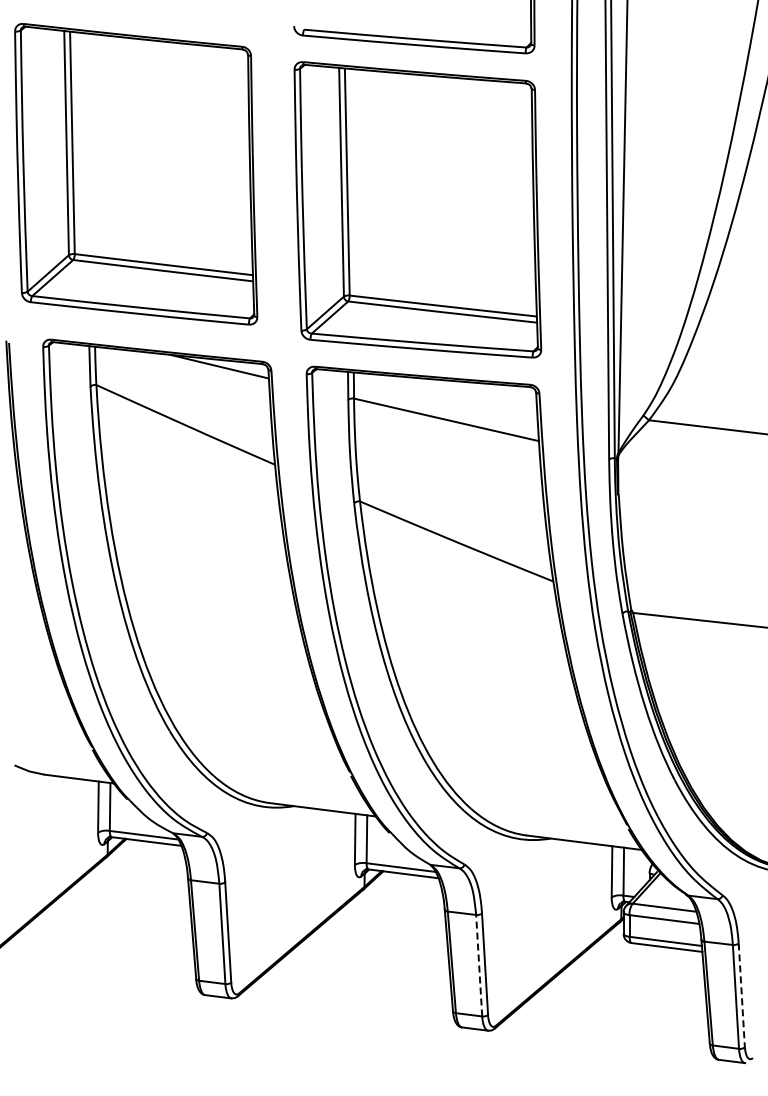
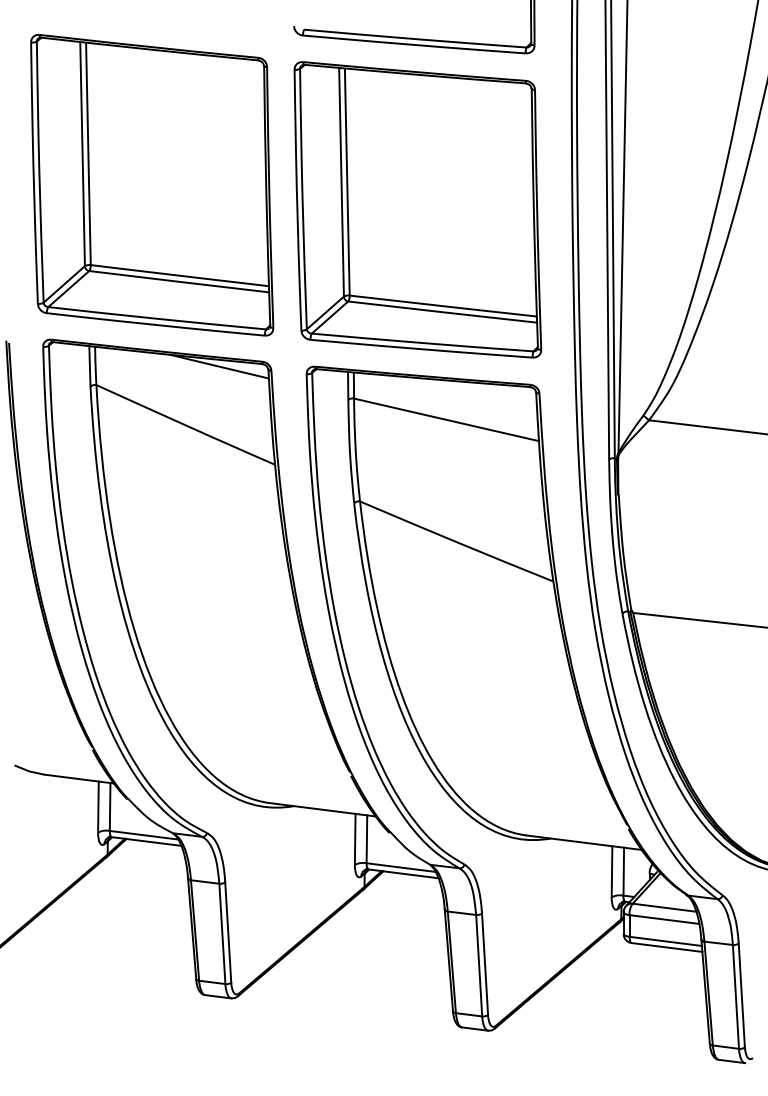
part at (136, 174) position: (136, 174) -> (152, 185)
line at (479, 965): dashed -> solid
line at (741, 995): dashed -> solid
